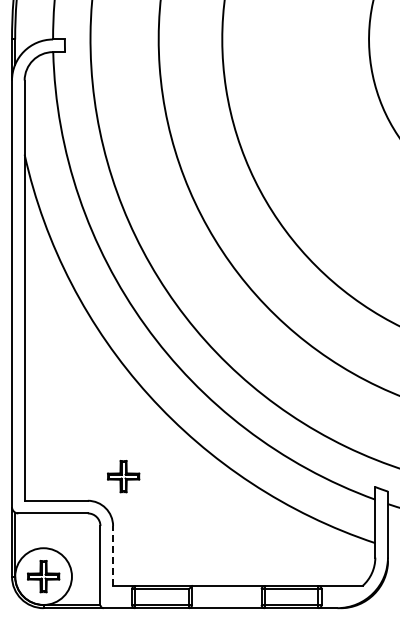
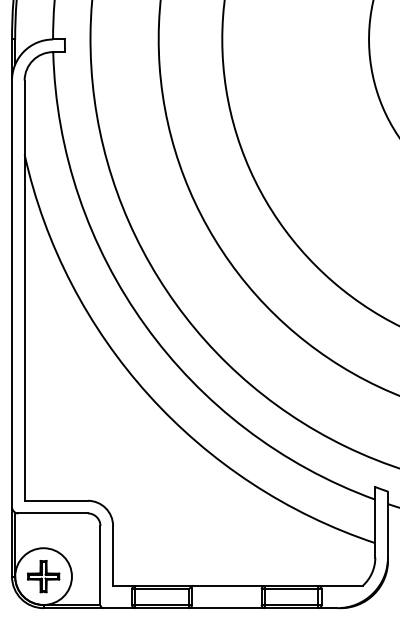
part at (123, 476): present -> none
line at (113, 555): dashed -> solid
